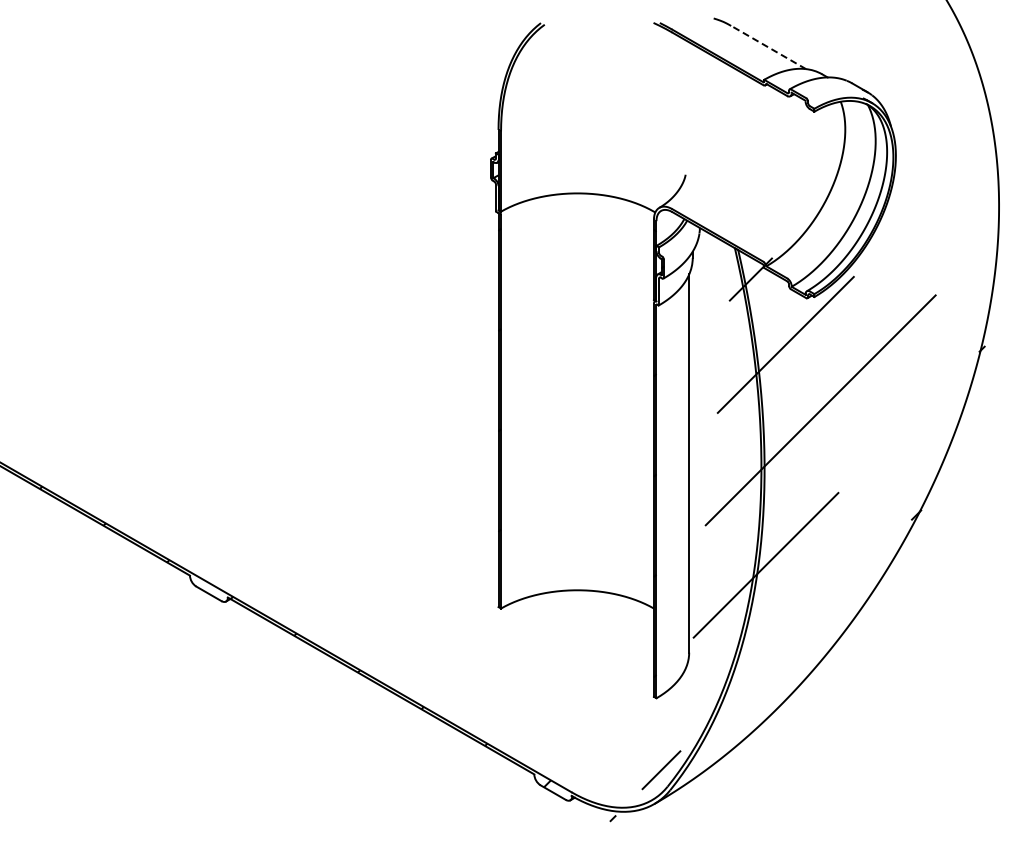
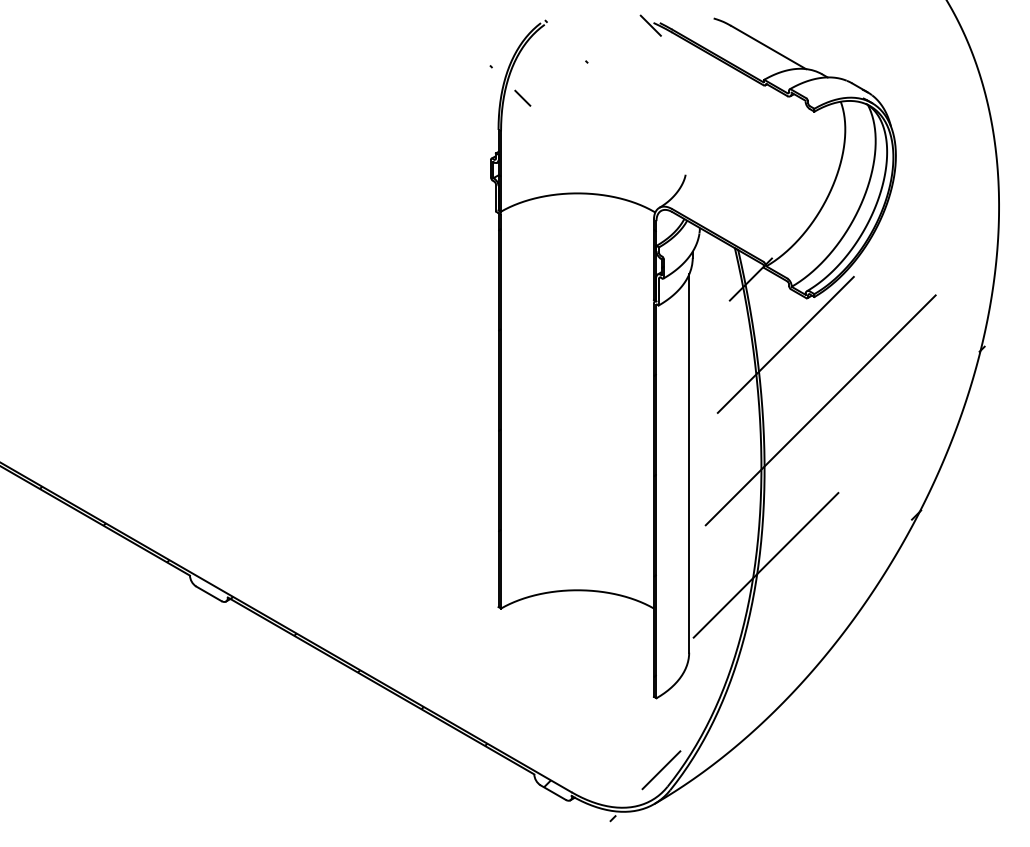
line at (768, 47): dashed -> solid
hatch at (575, 95): none -> present
